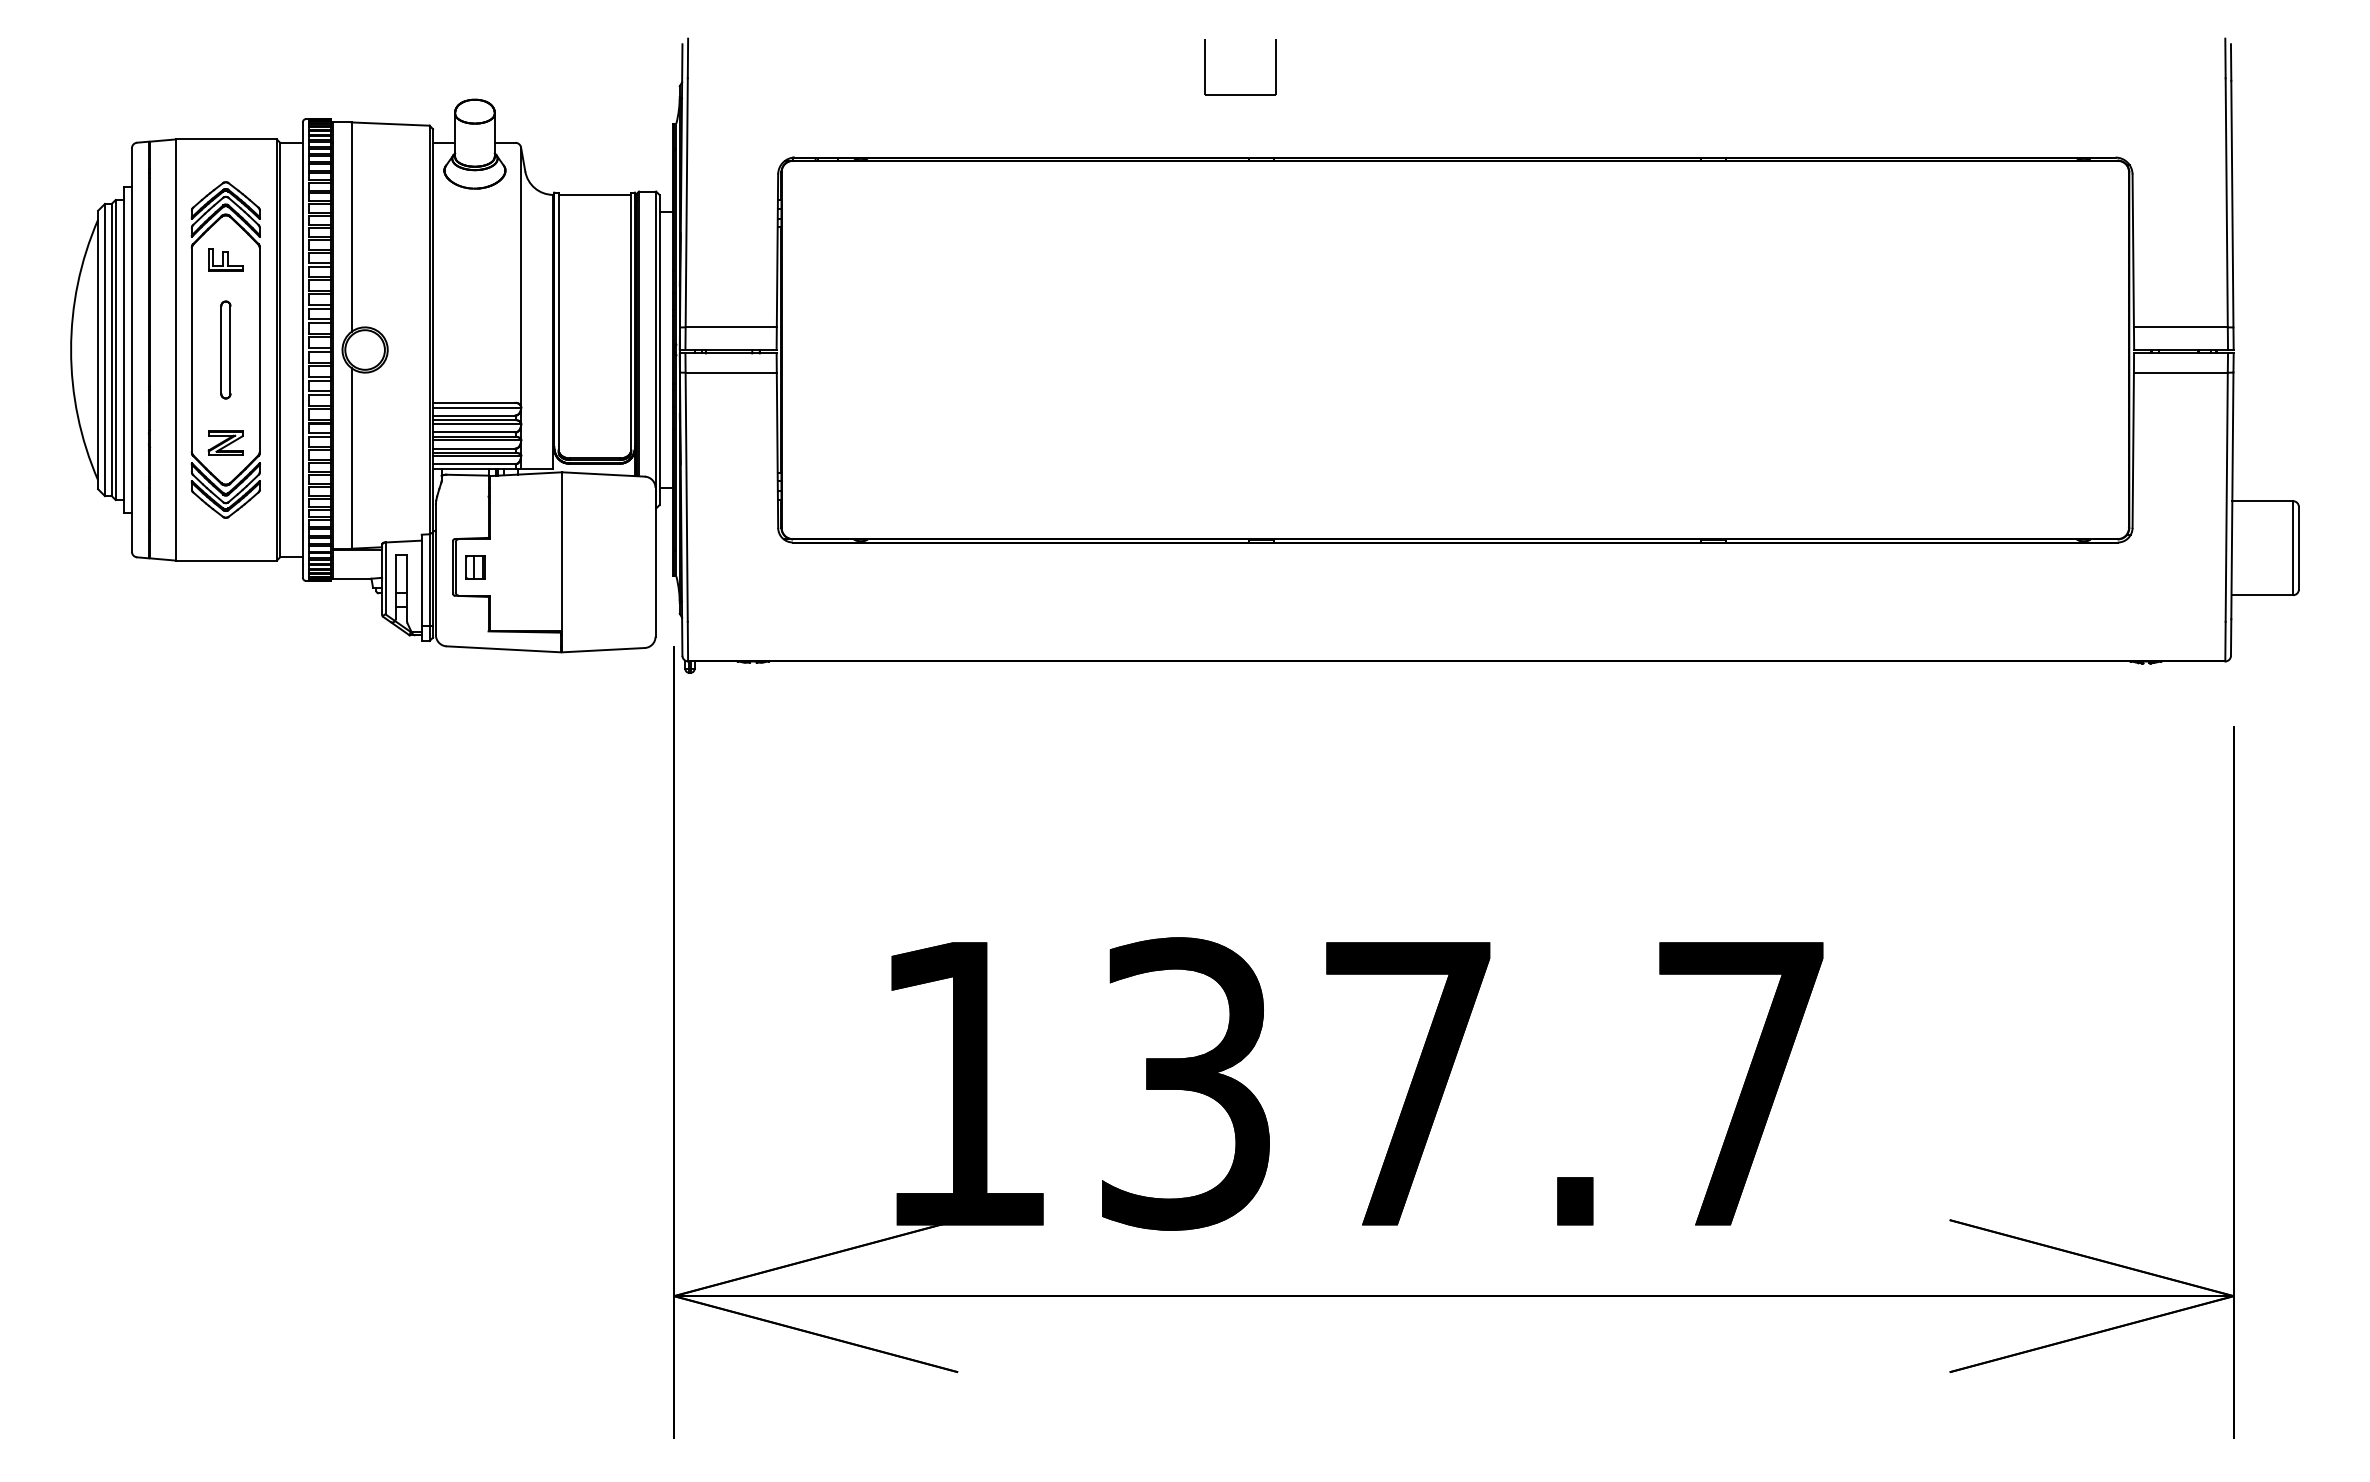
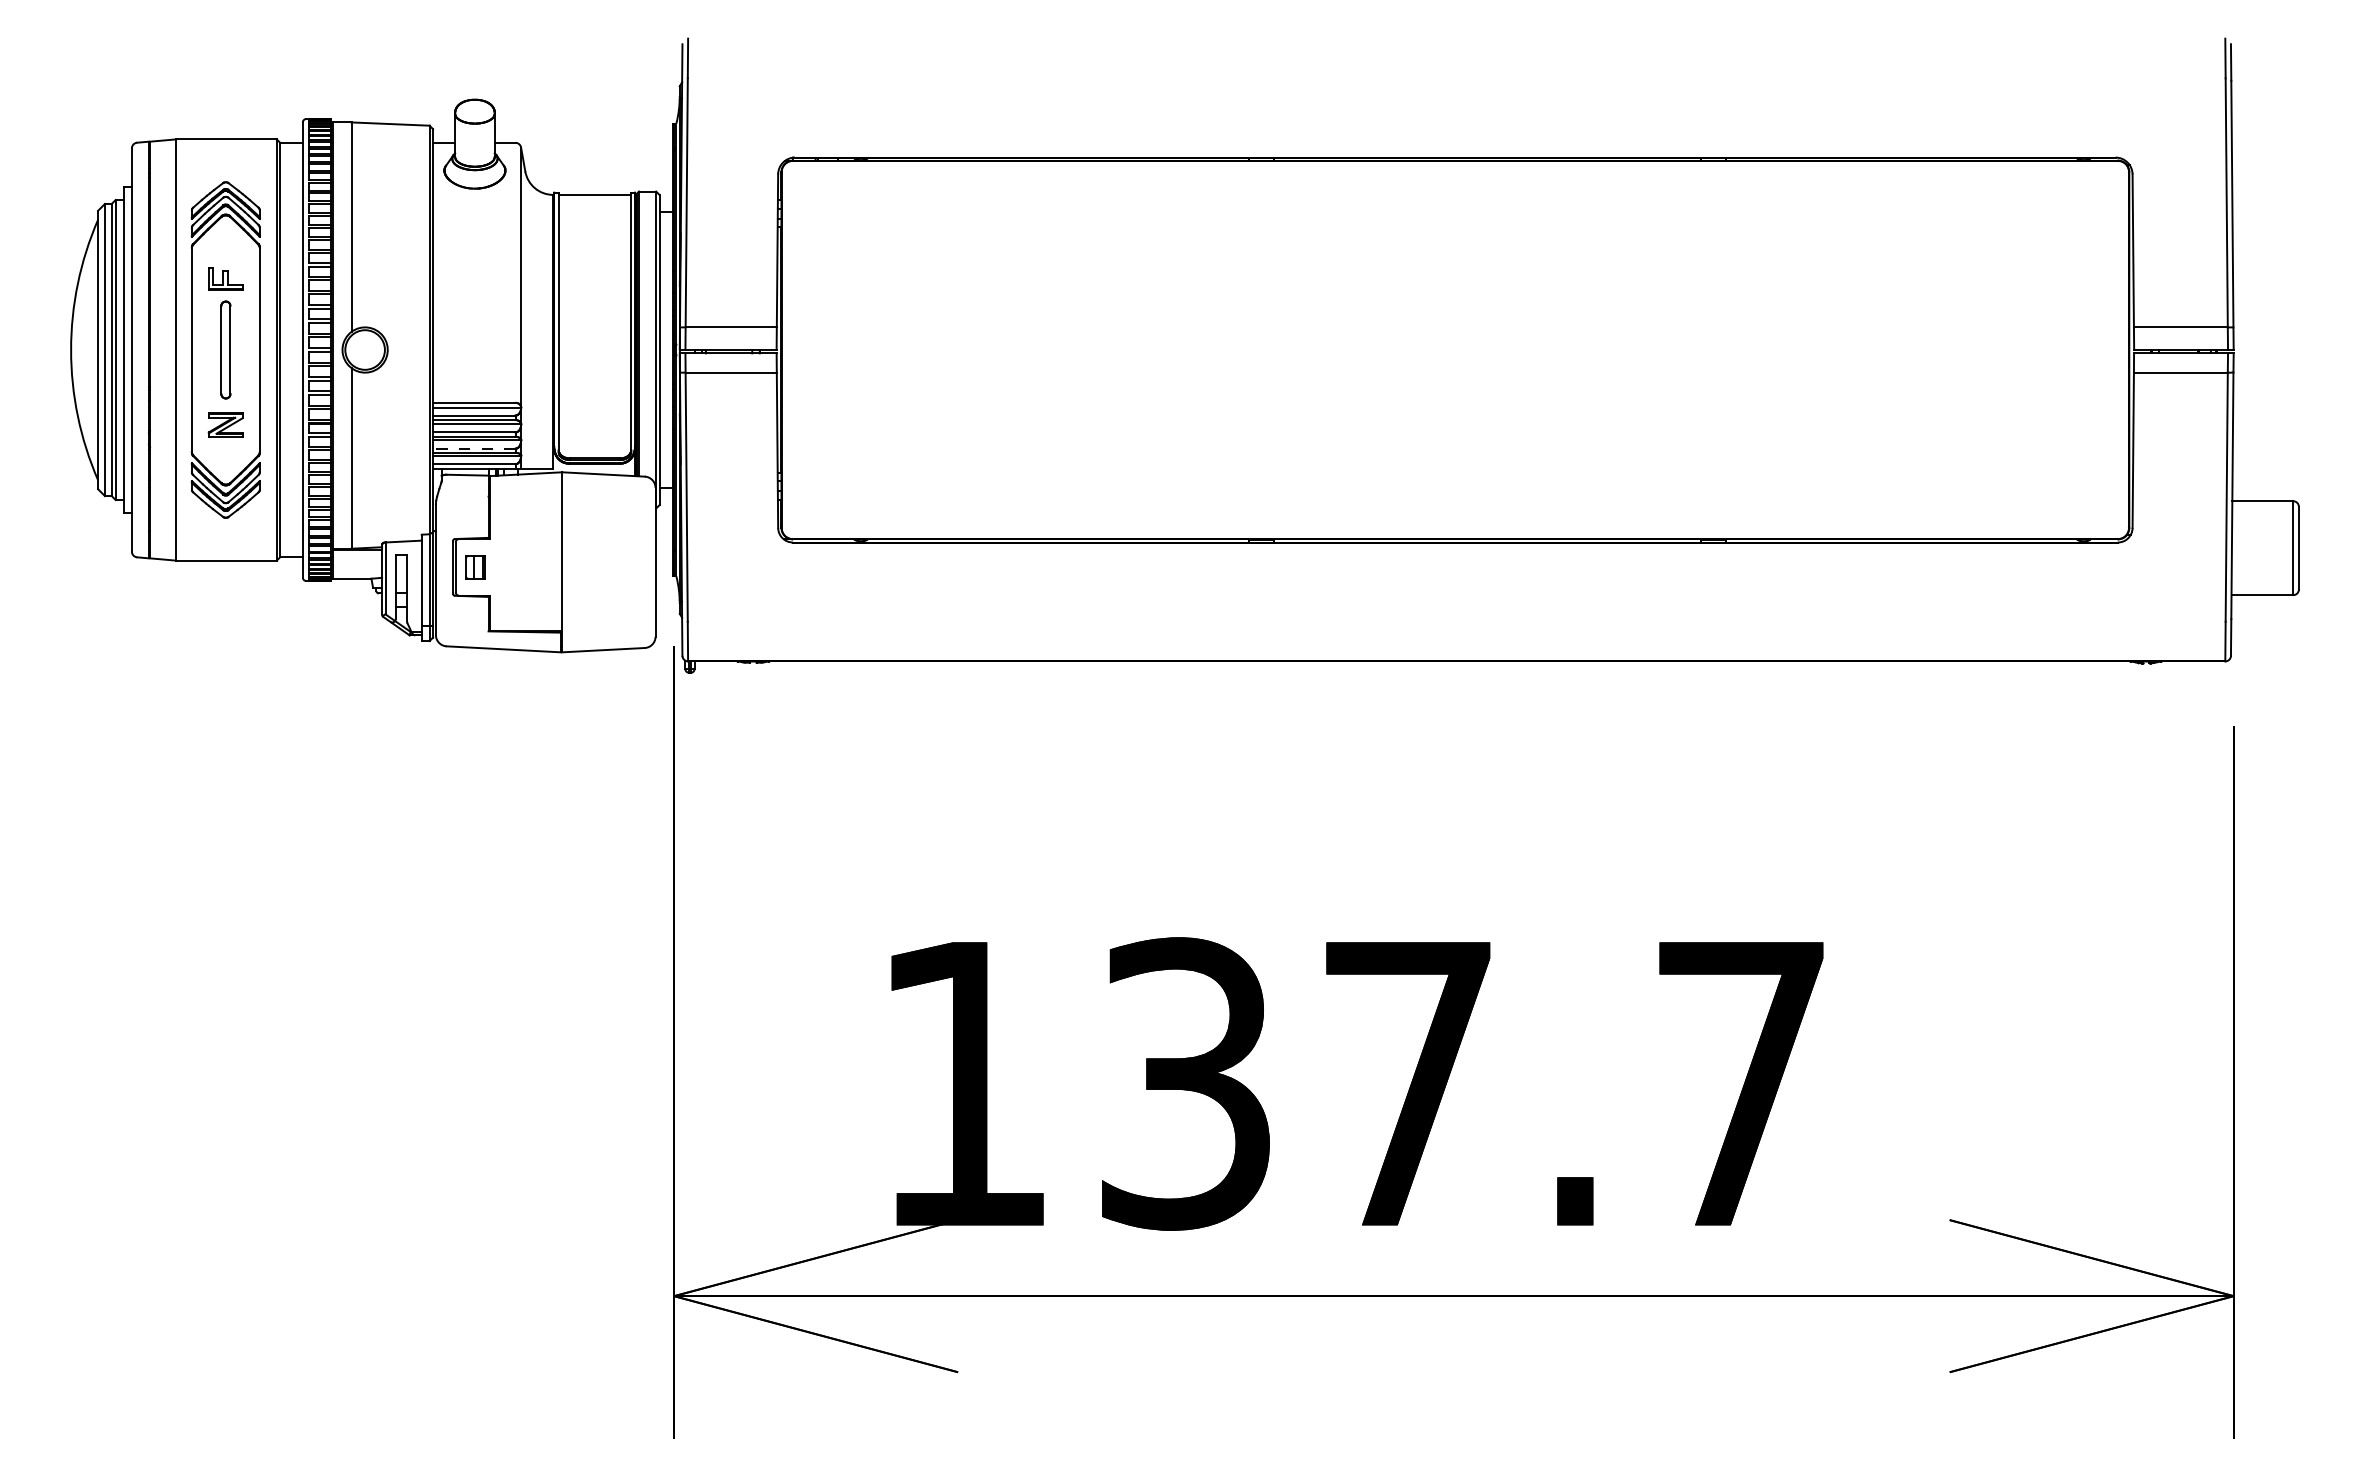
part at (1240, 94): present -> none
part at (225, 259) position: (225, 259) -> (225, 278)
part at (225, 442) position: (225, 442) -> (225, 424)
line at (473, 448): solid -> dashed
